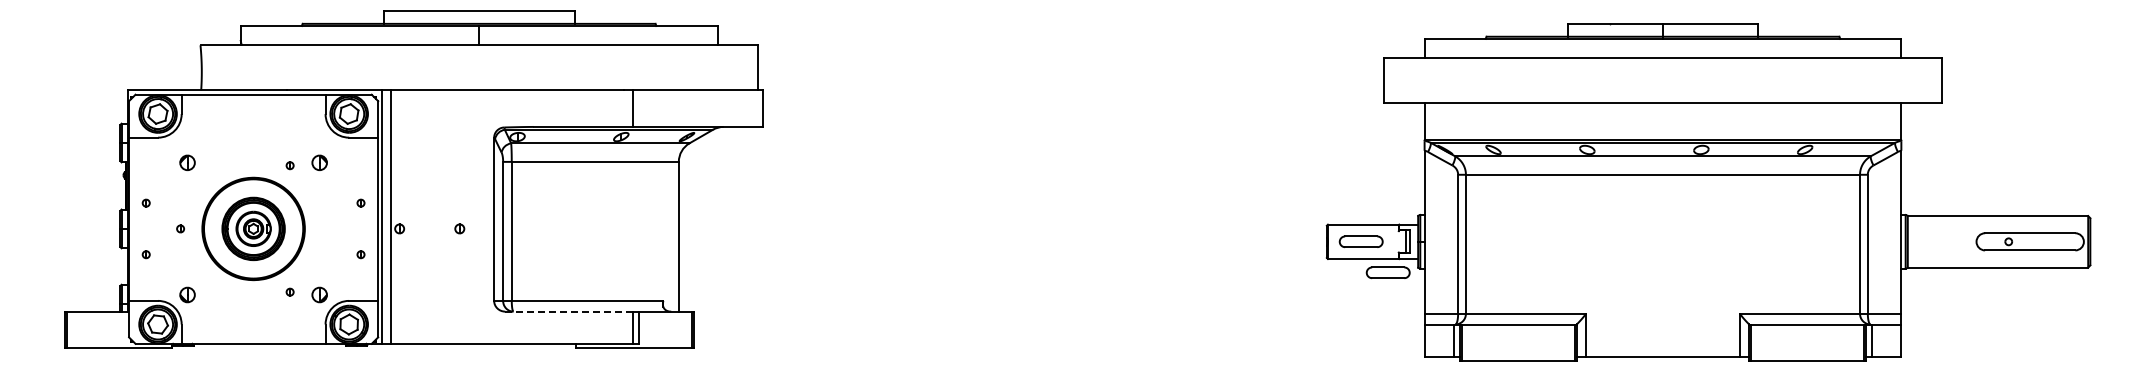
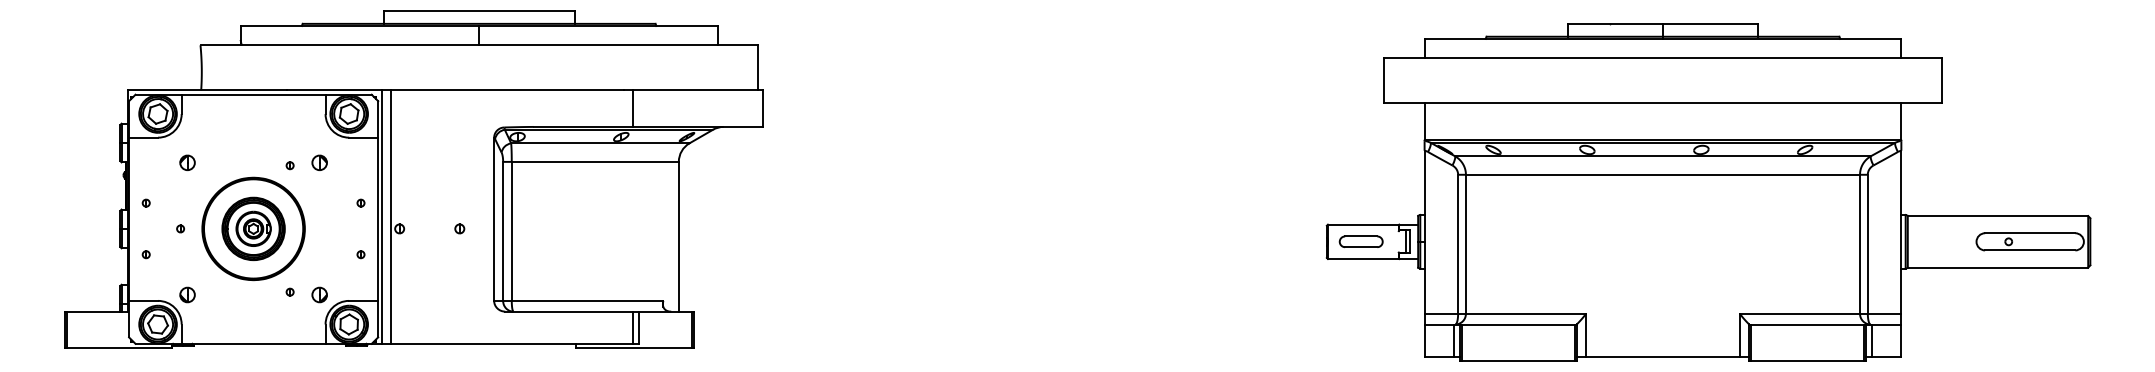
part at (1387, 272): present -> none
line at (568, 311): dashed -> solid
